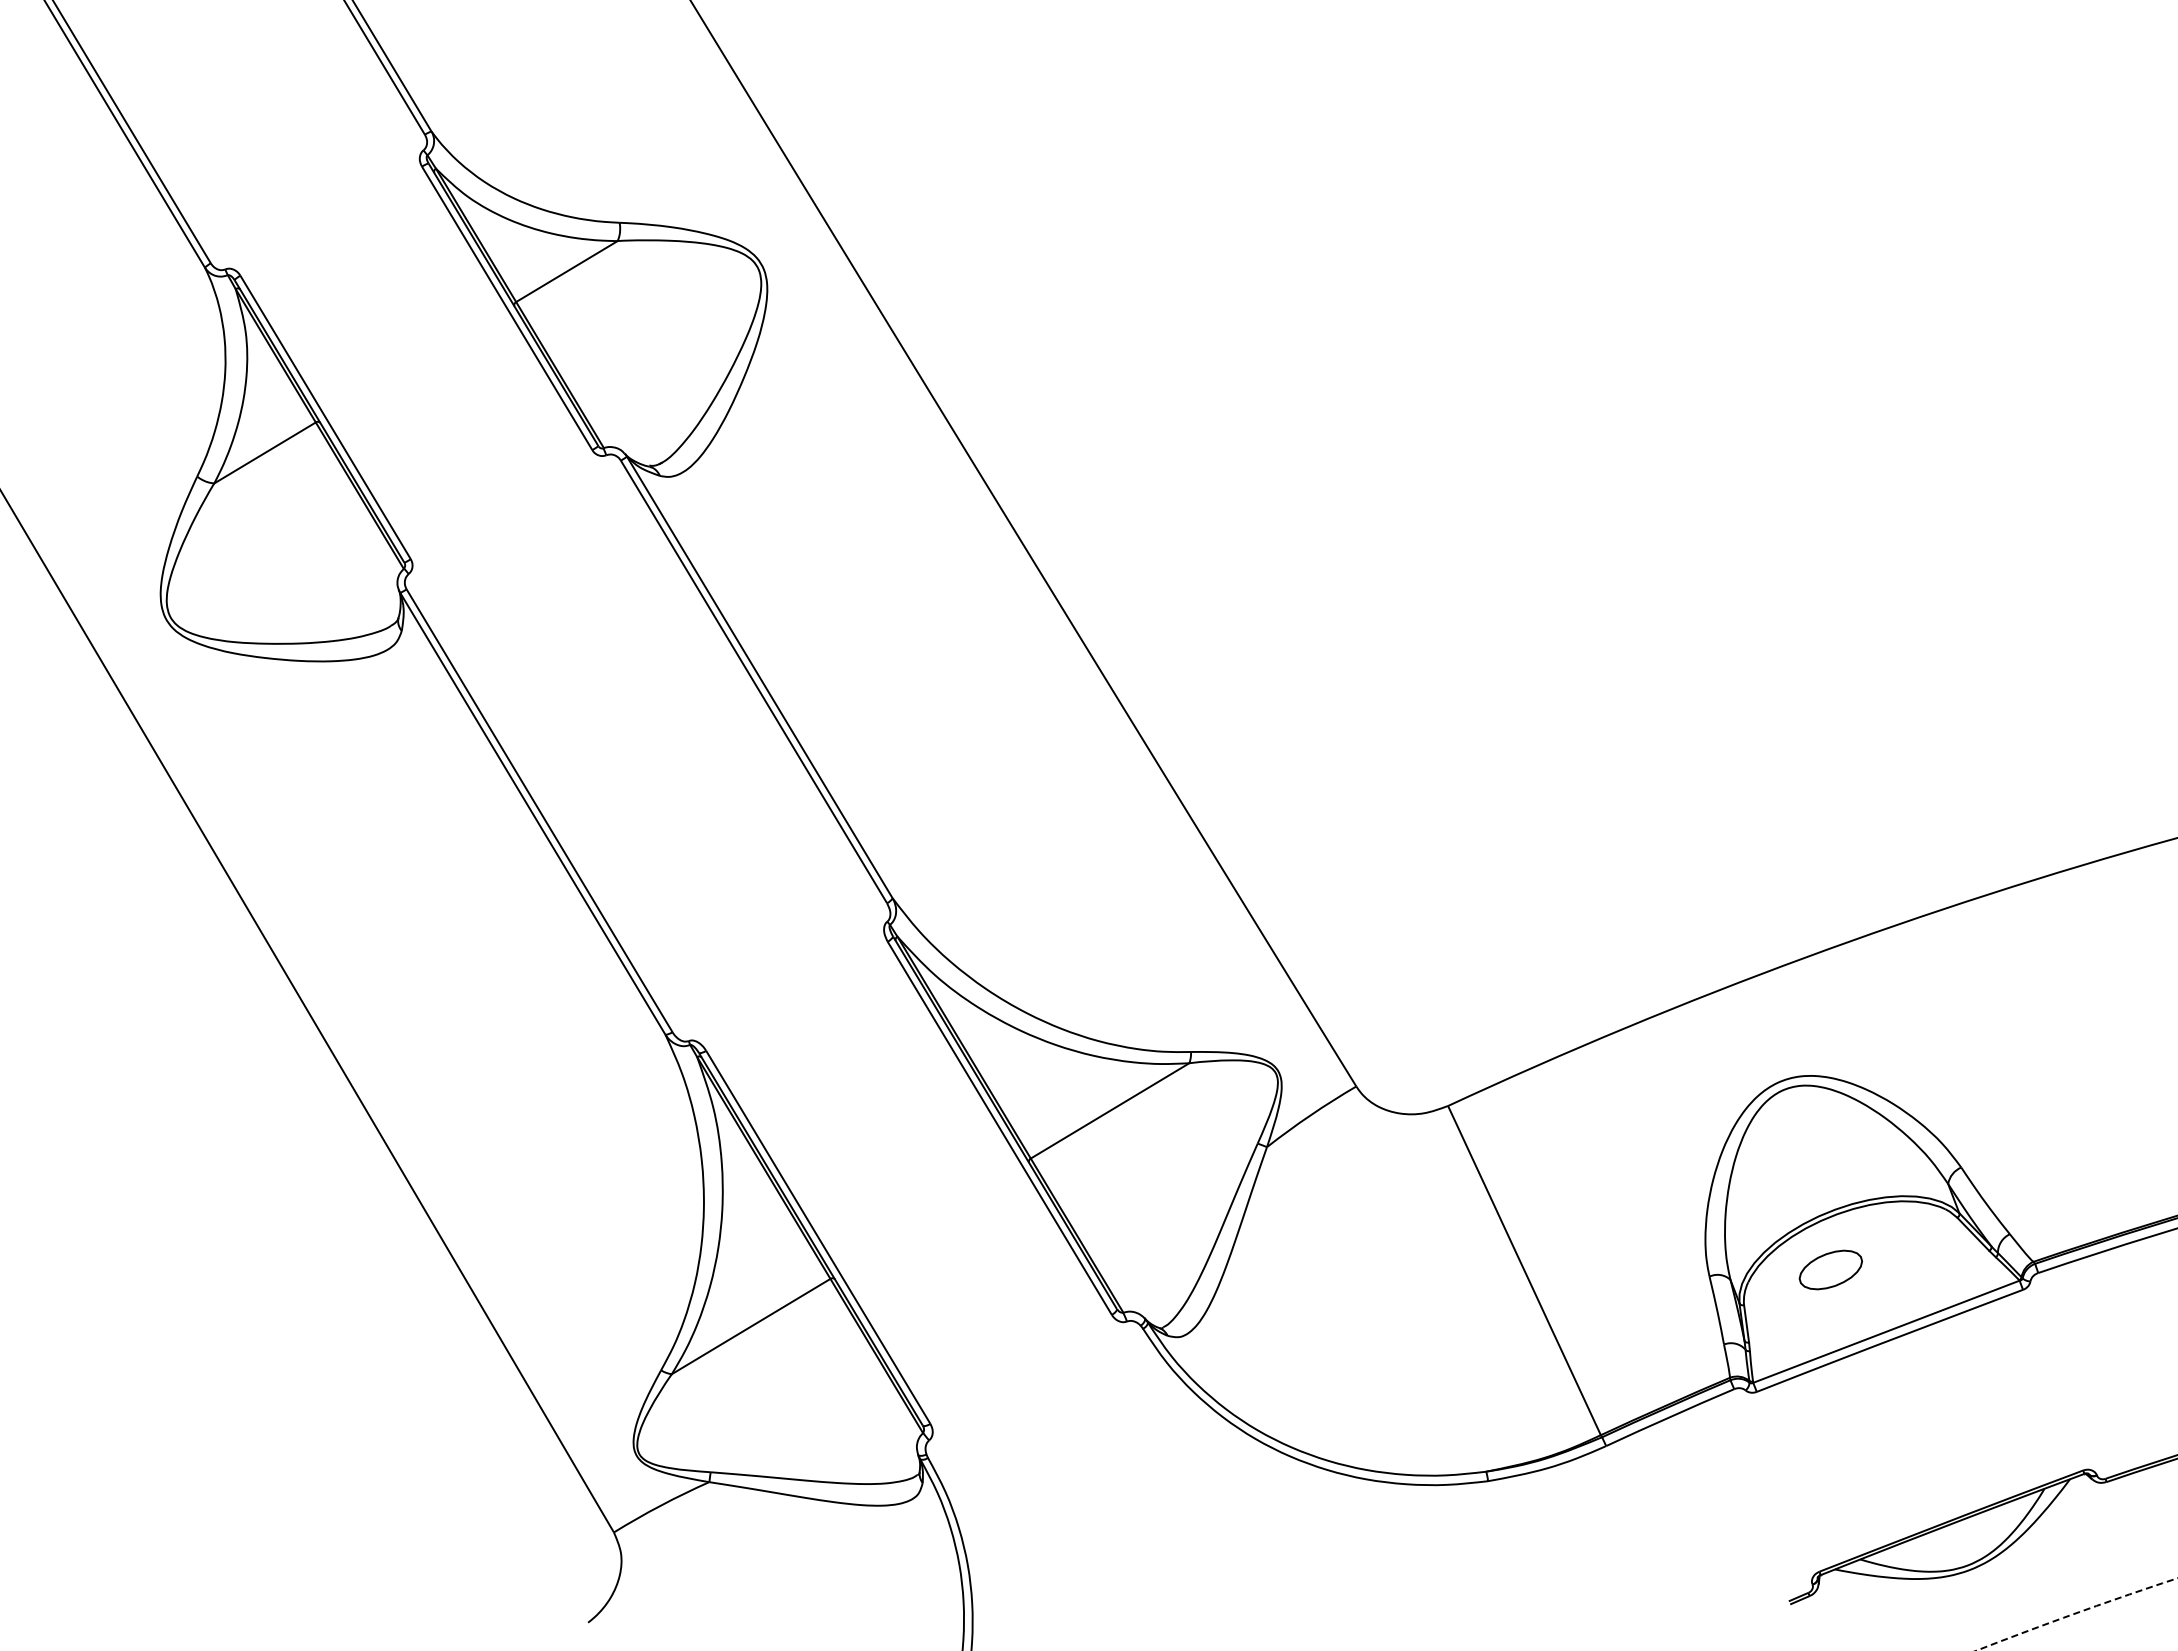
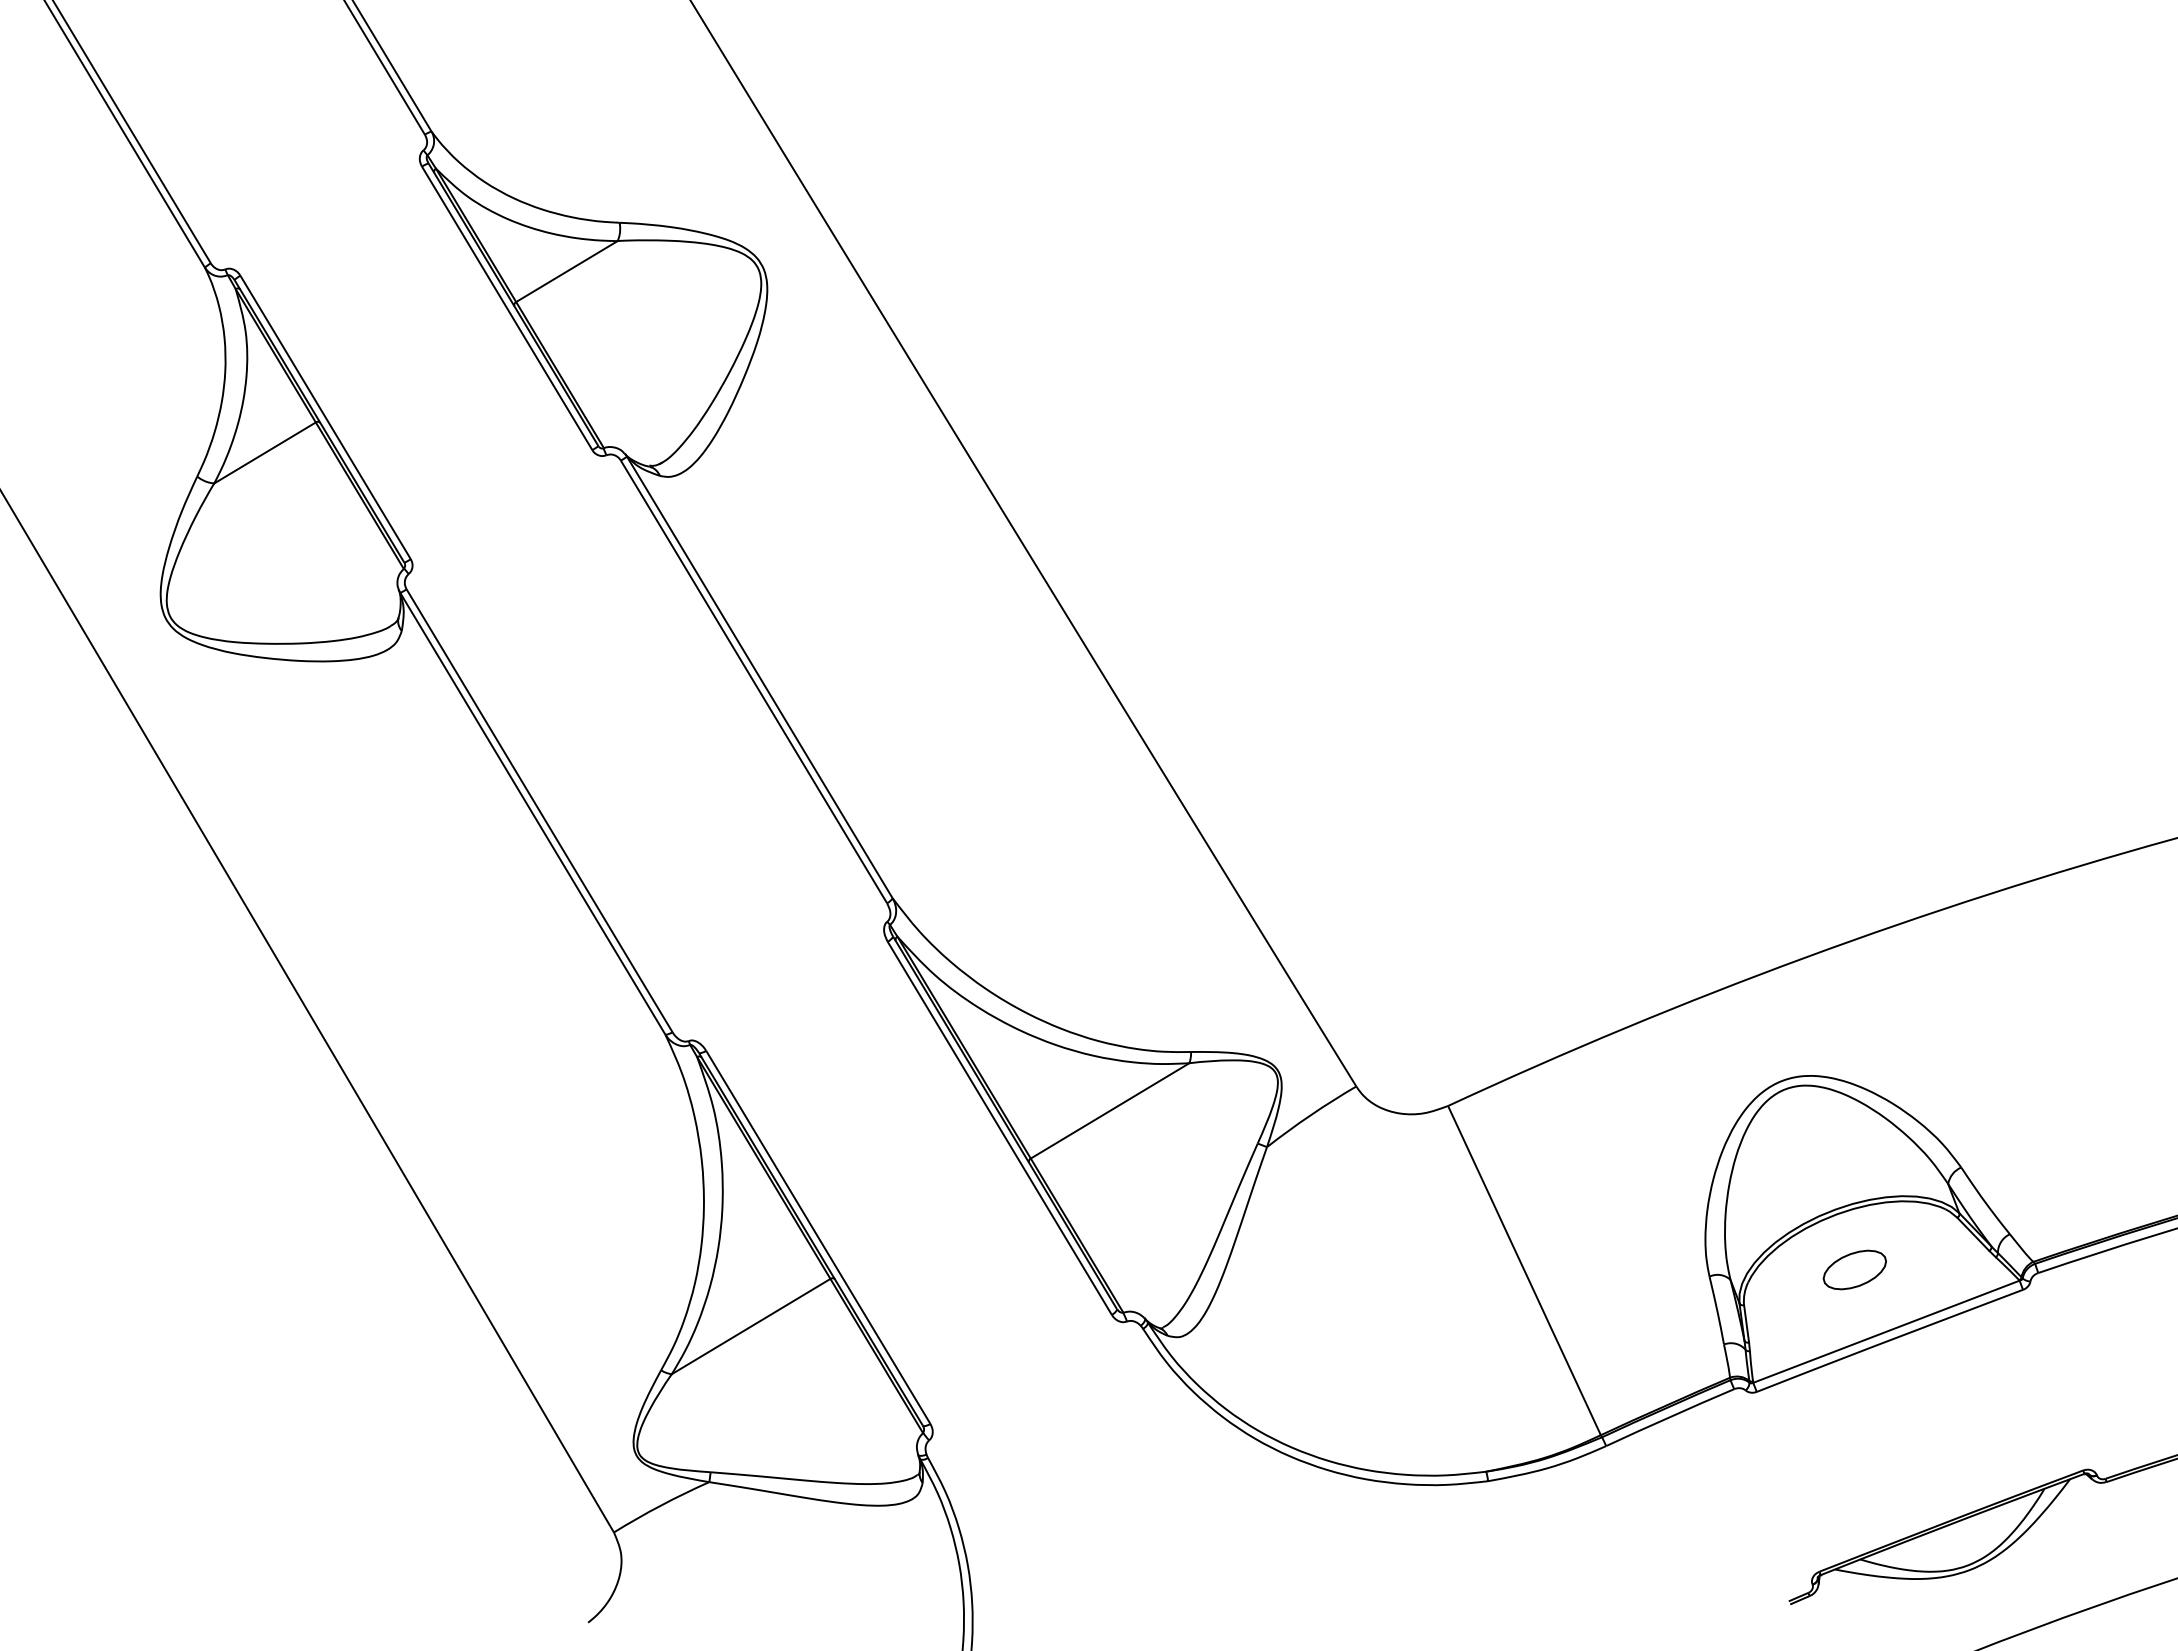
part at (1830, 1269) position: (1830, 1269) -> (1854, 1269)
arc at (2076, 1613): dashed -> solid
